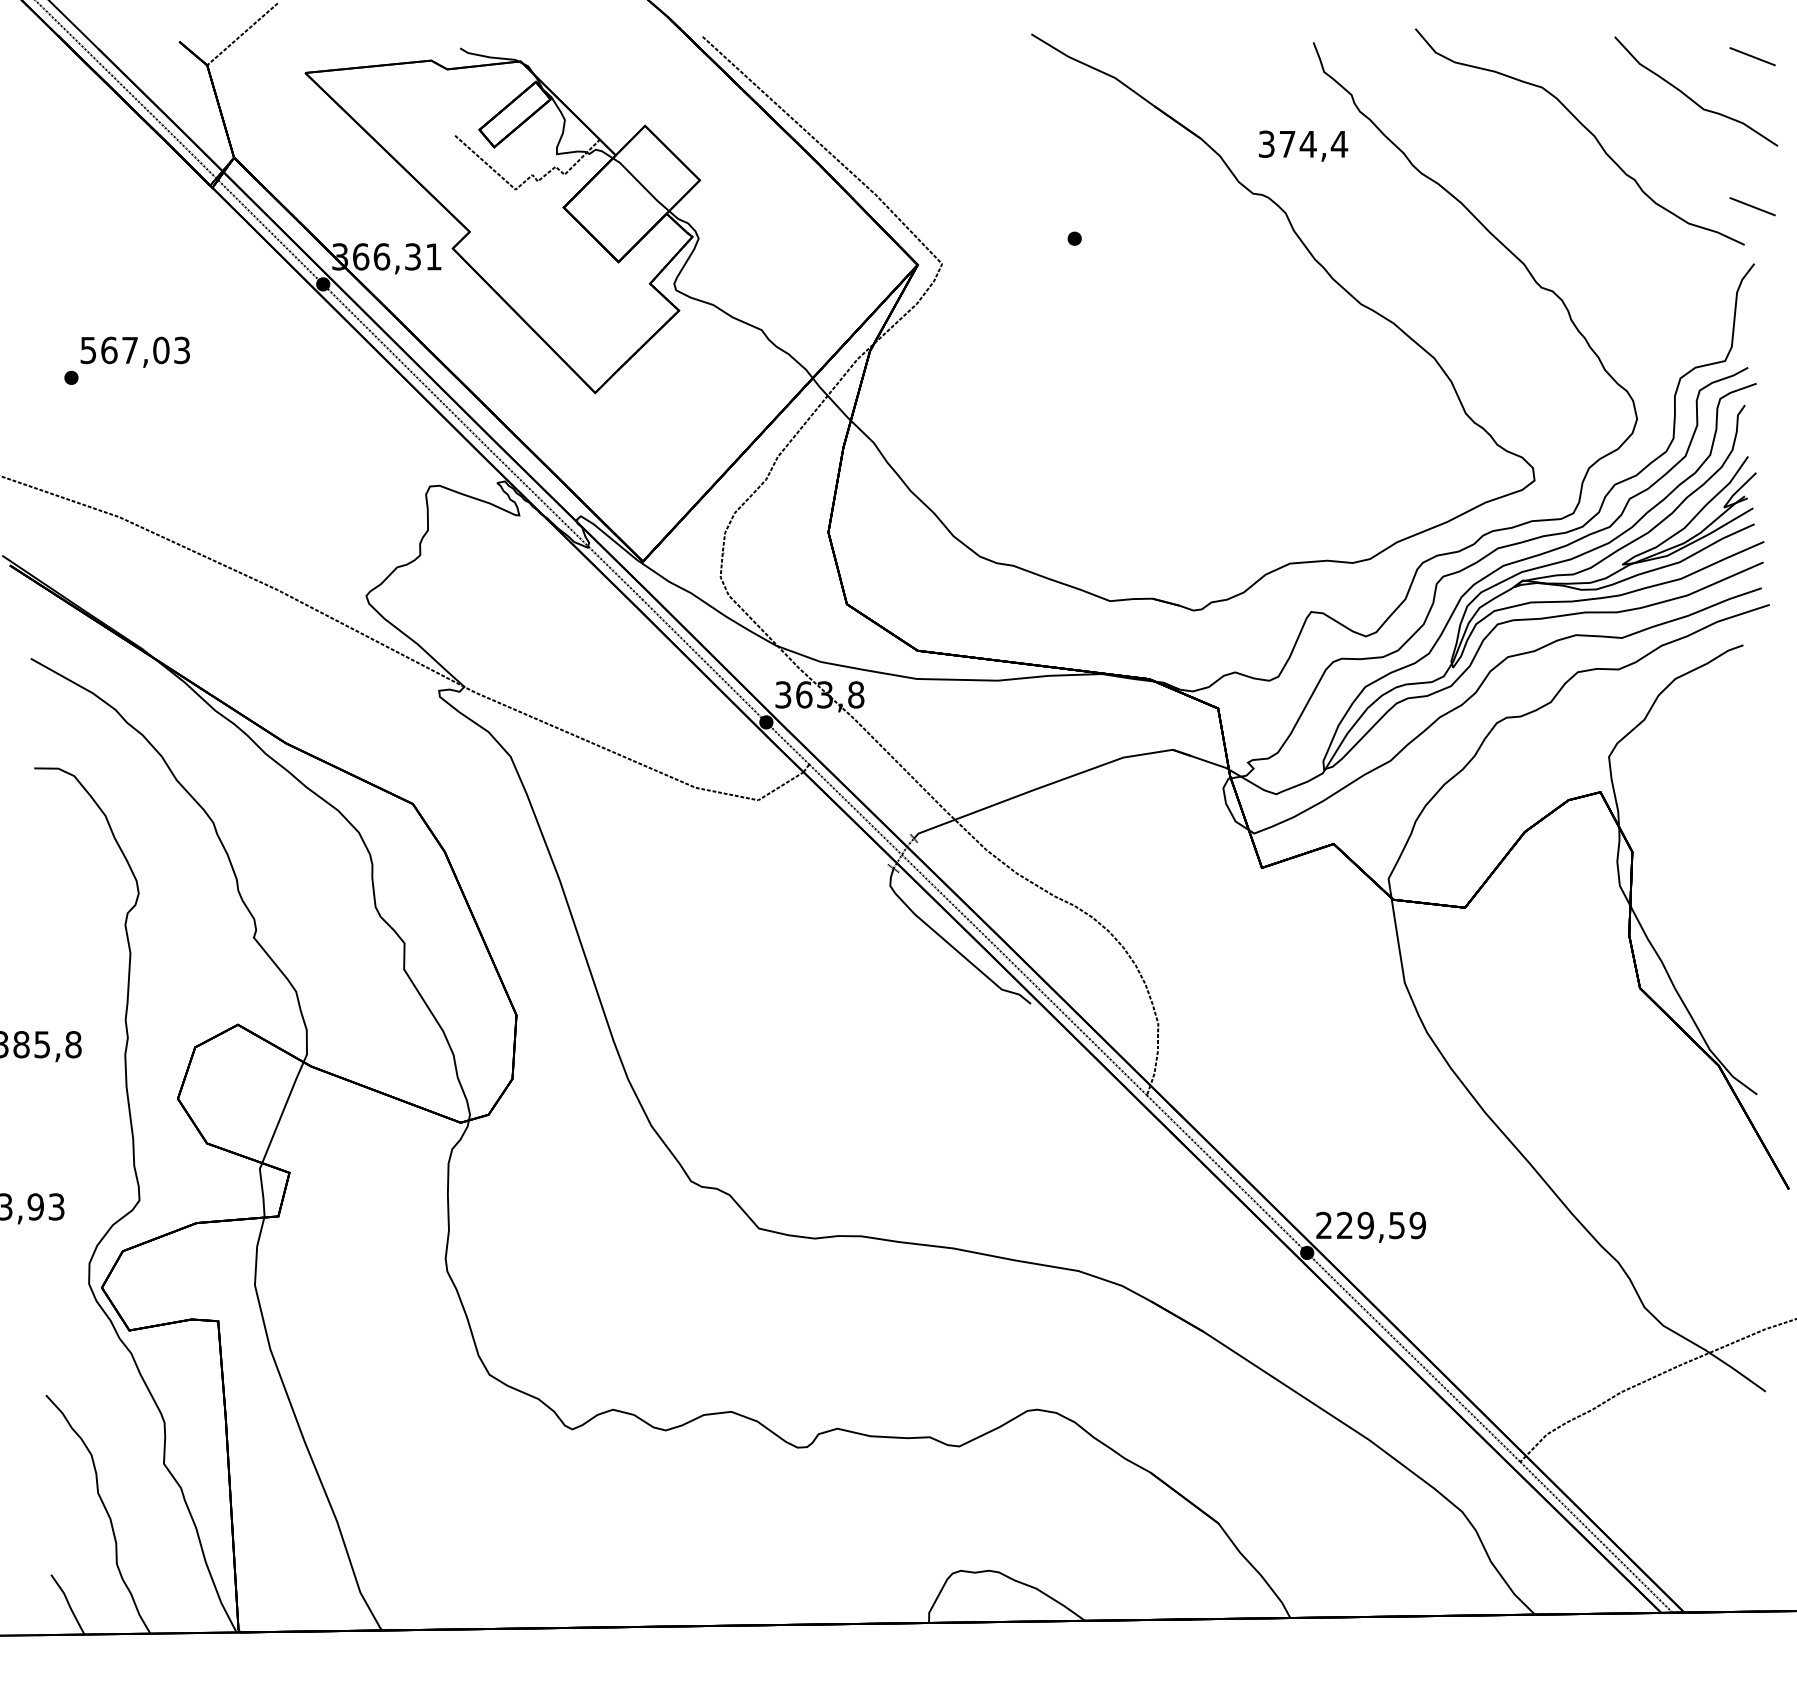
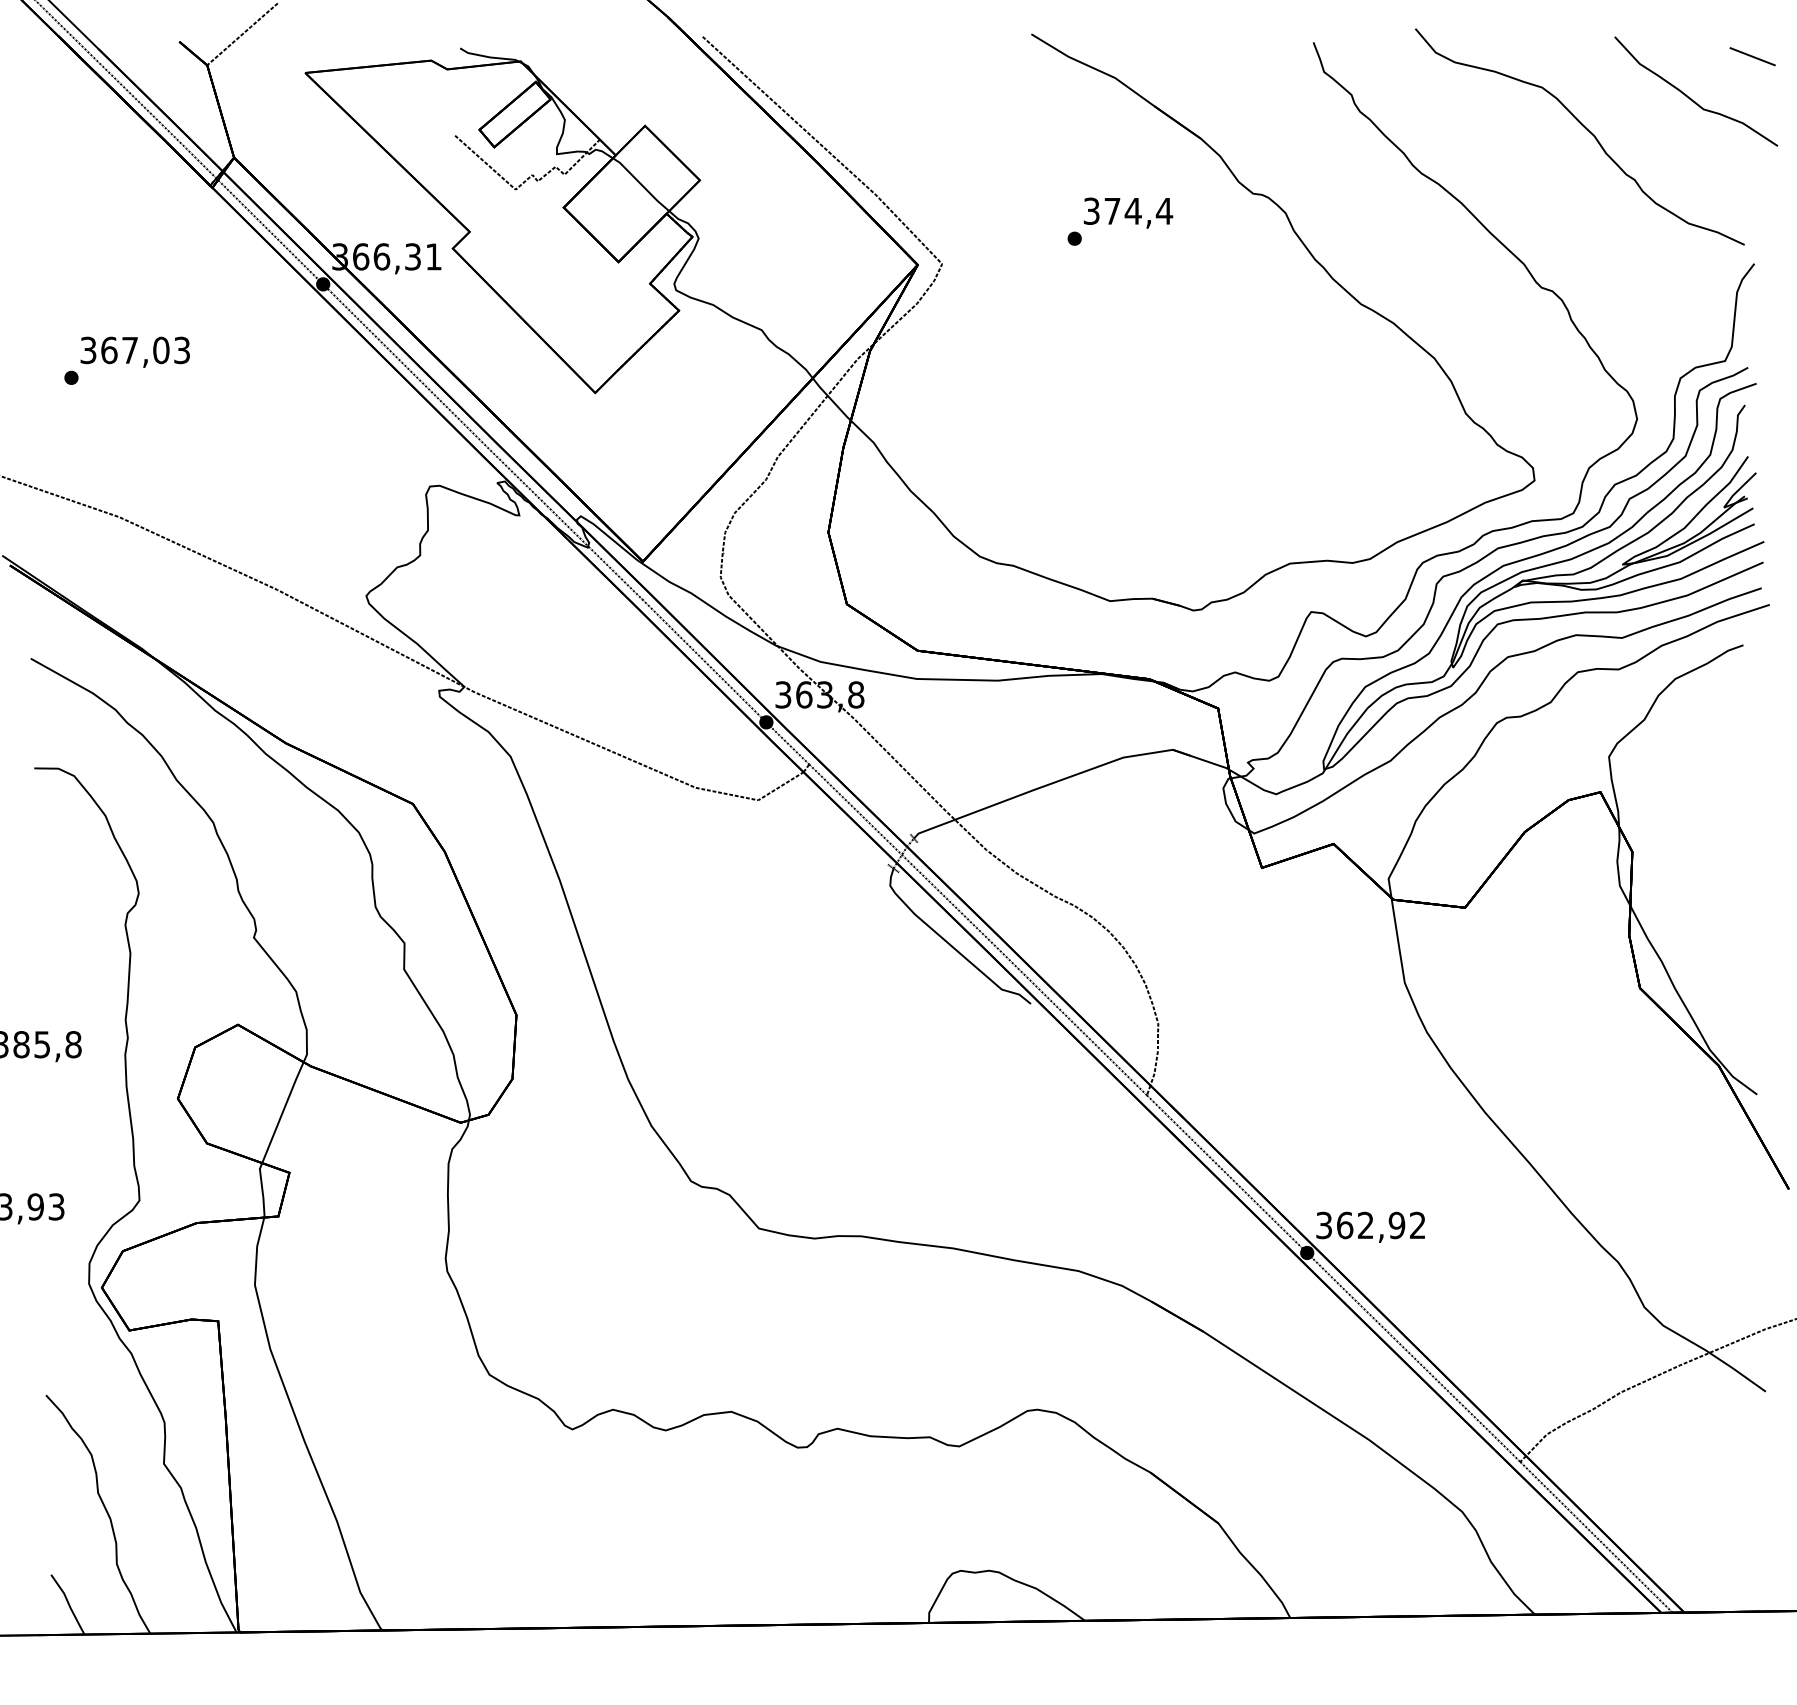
text at (1303, 145) position: (1303, 145) -> (1128, 212)
line at (1752, 206): present -> none
text at (88, 349): 567,03 -> 367,03
text at (1370, 1225): 229,59 -> 362,92
